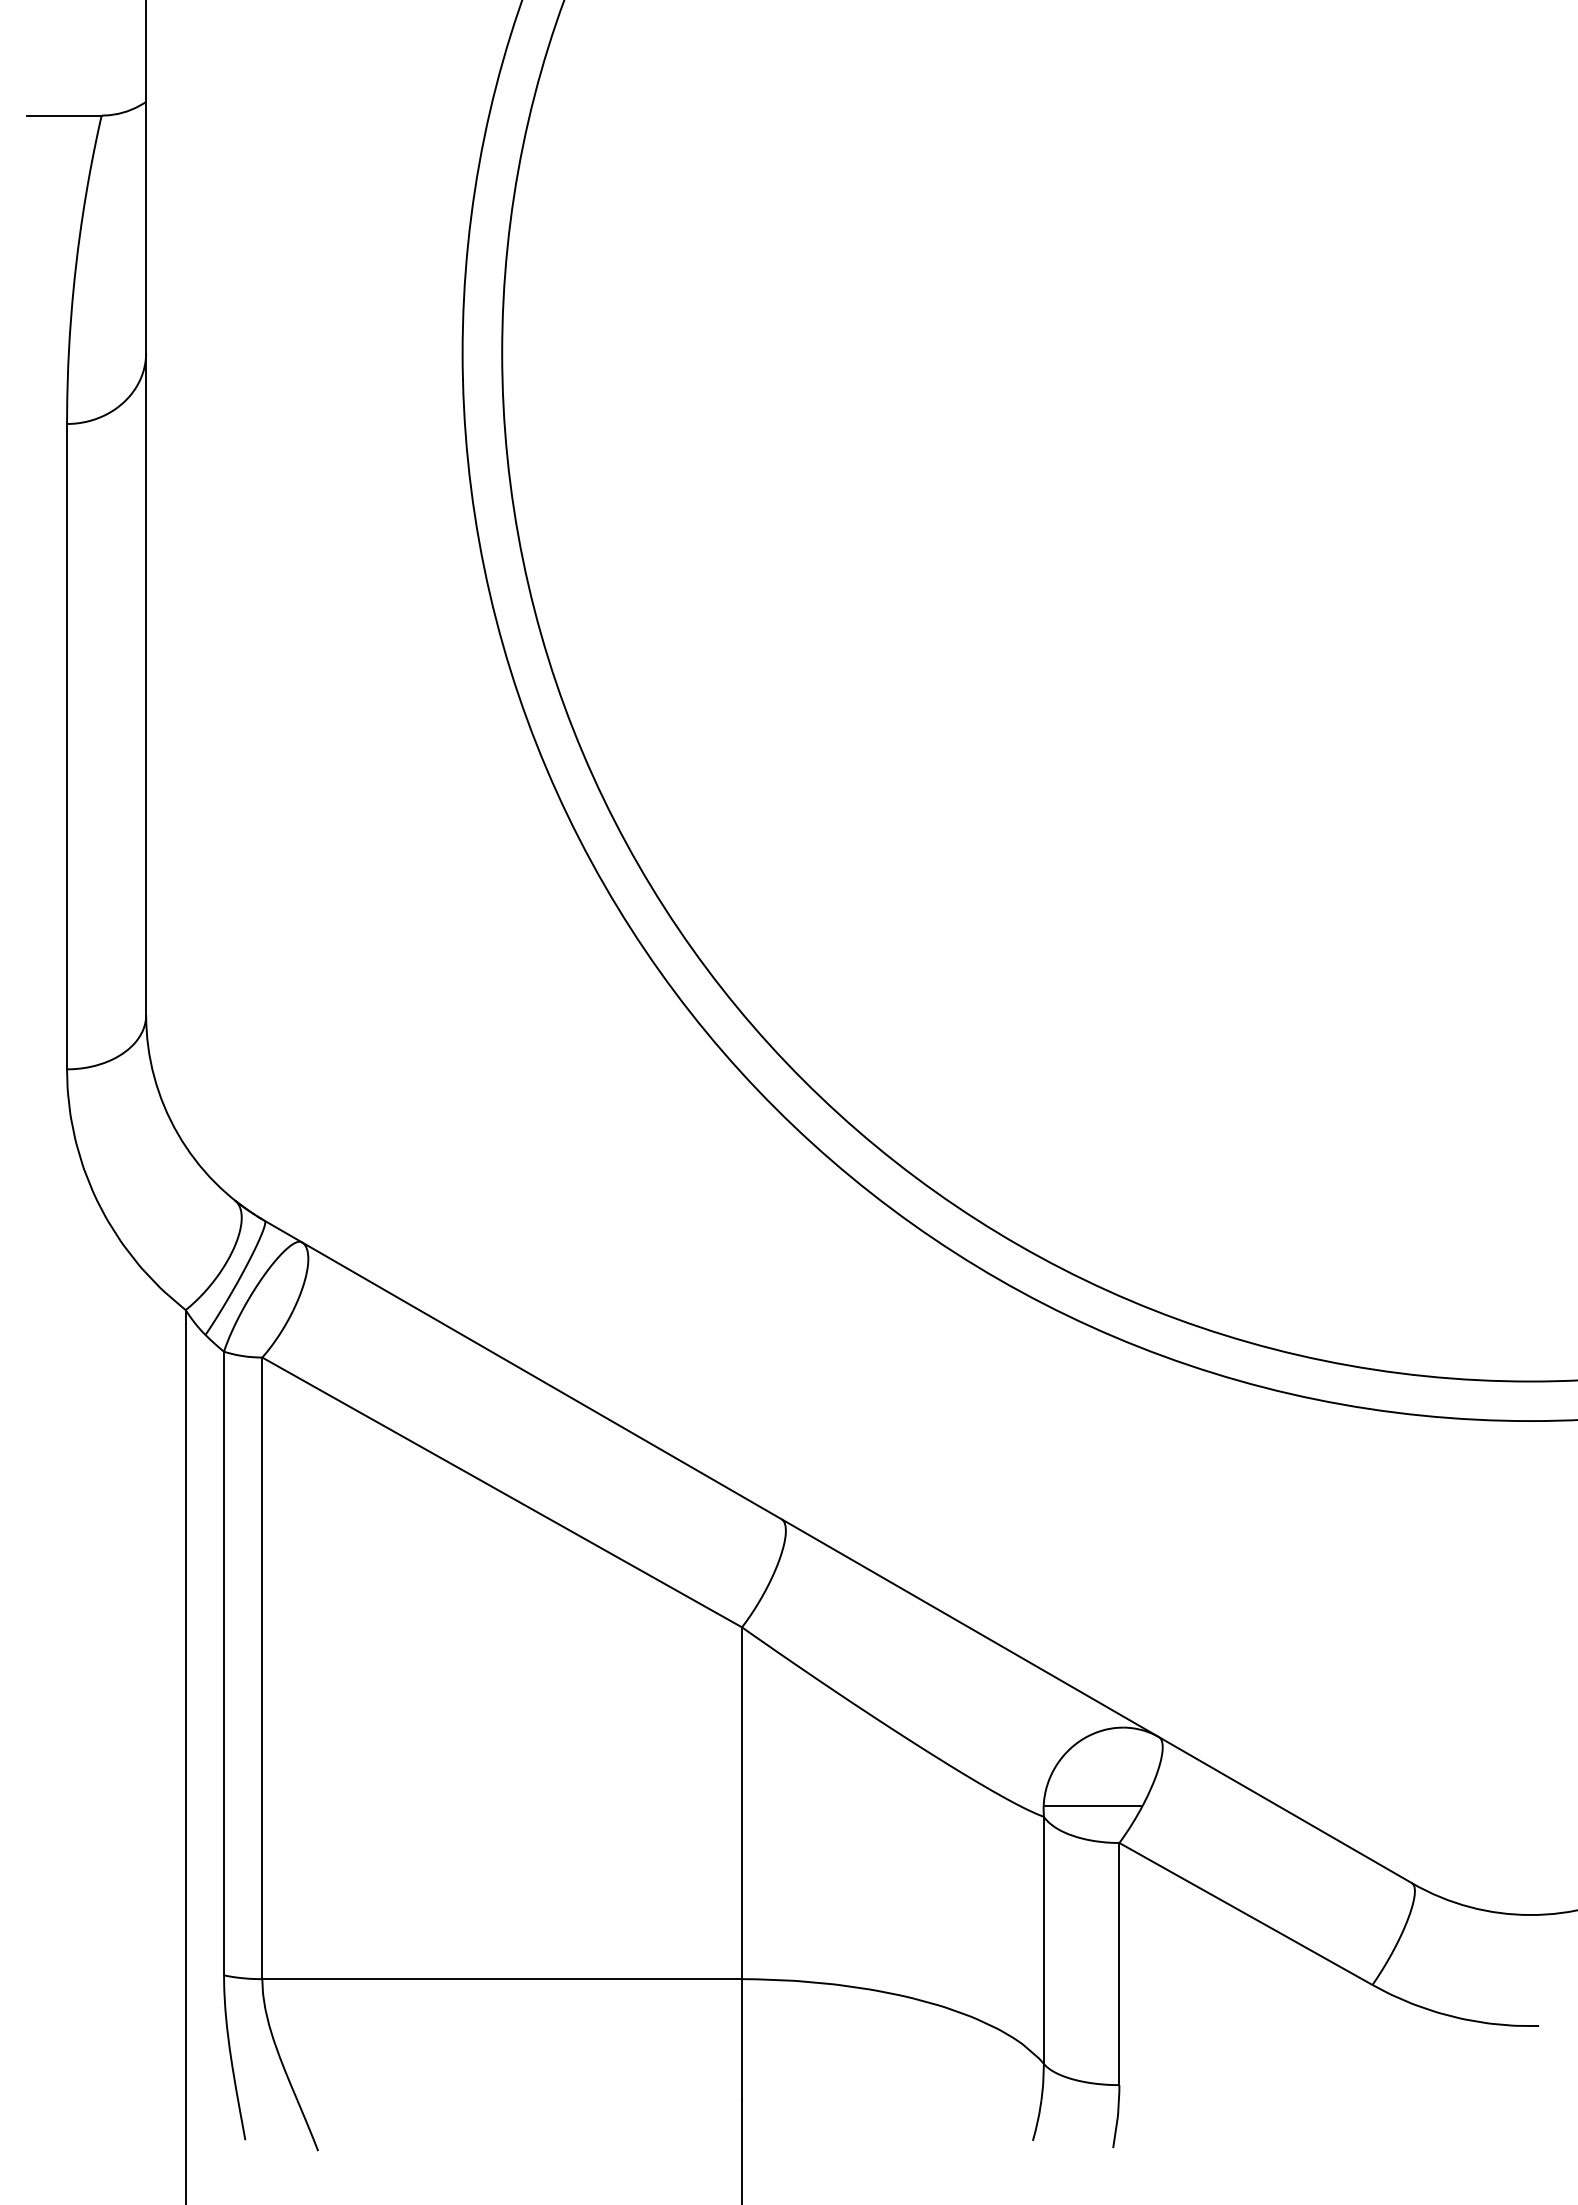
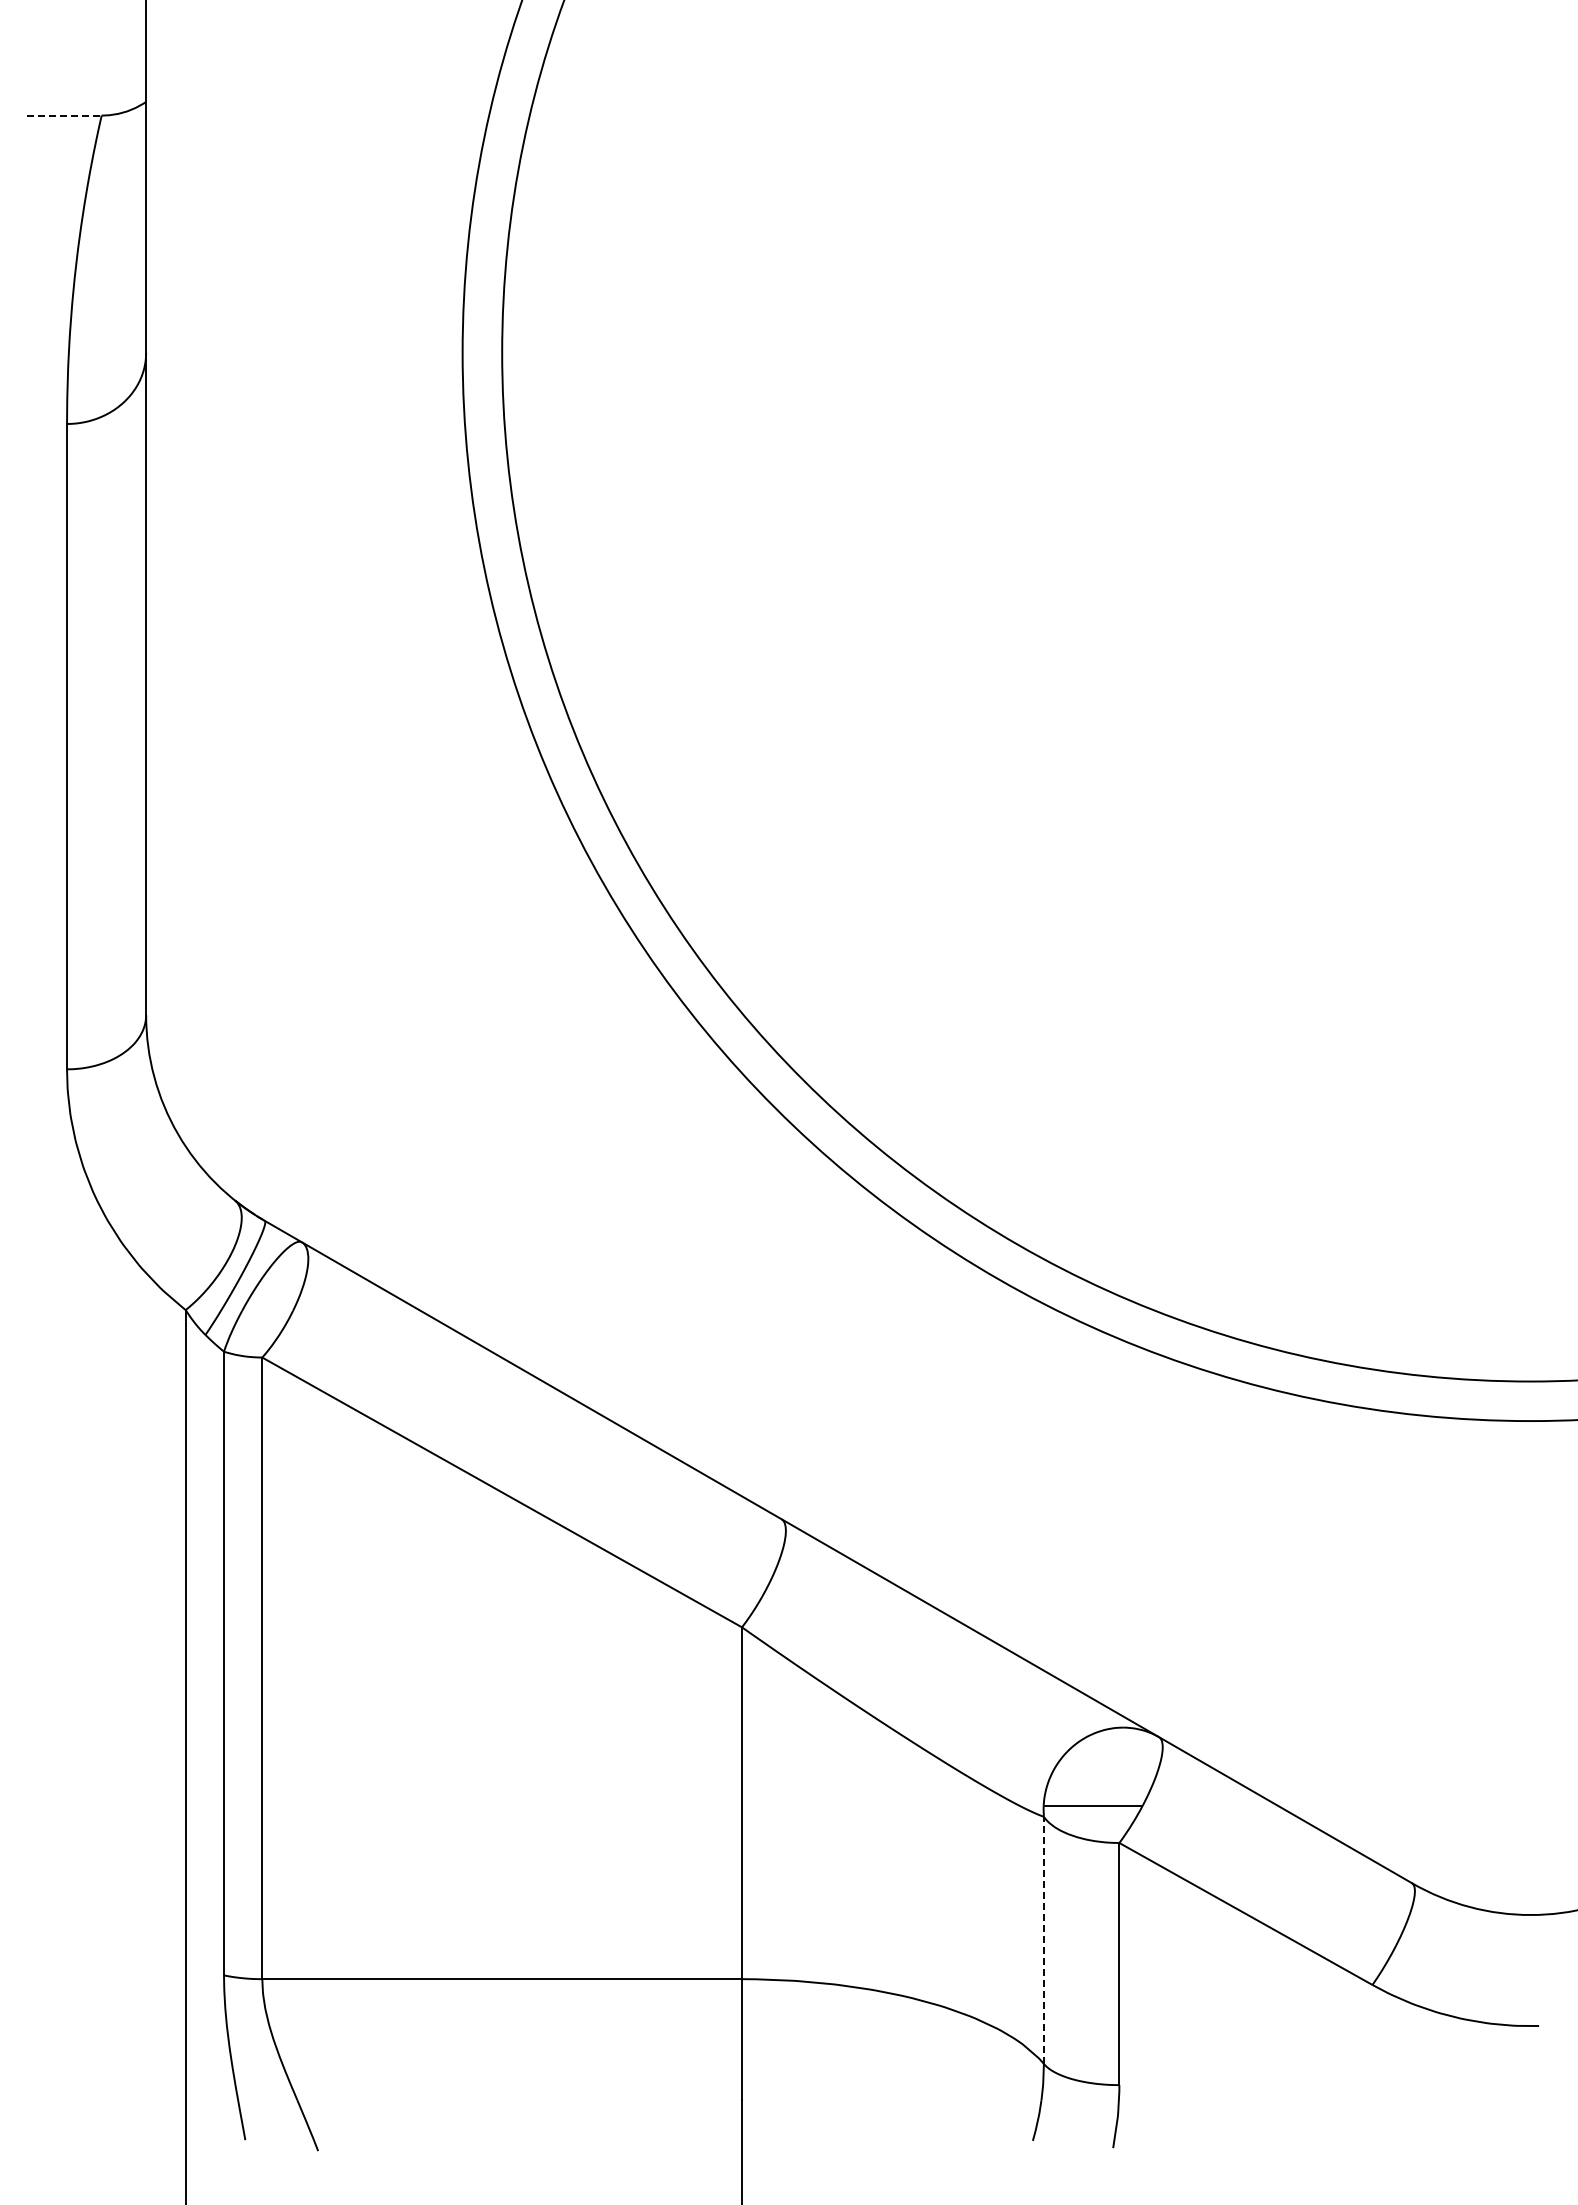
line at (65, 115): solid -> dashed
line at (1043, 1940): solid -> dashed
